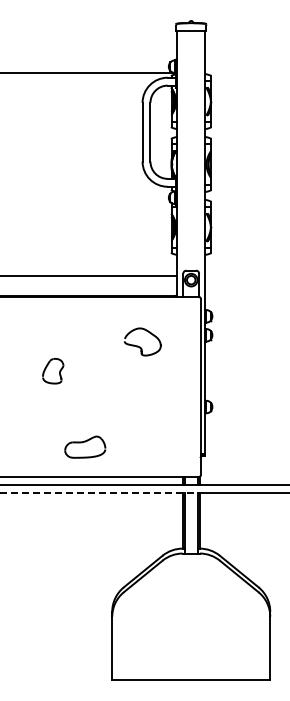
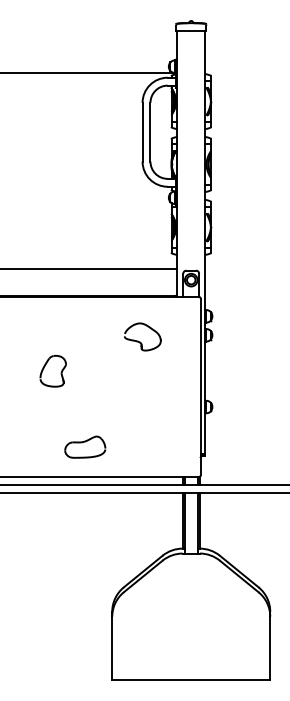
line at (89, 275) position: (89, 275) -> (89, 268)
part at (142, 341) position: (142, 341) -> (142, 336)
part at (53, 371) size: 23x27 px -> 28x34 px
line at (100, 493): dashed -> solid
